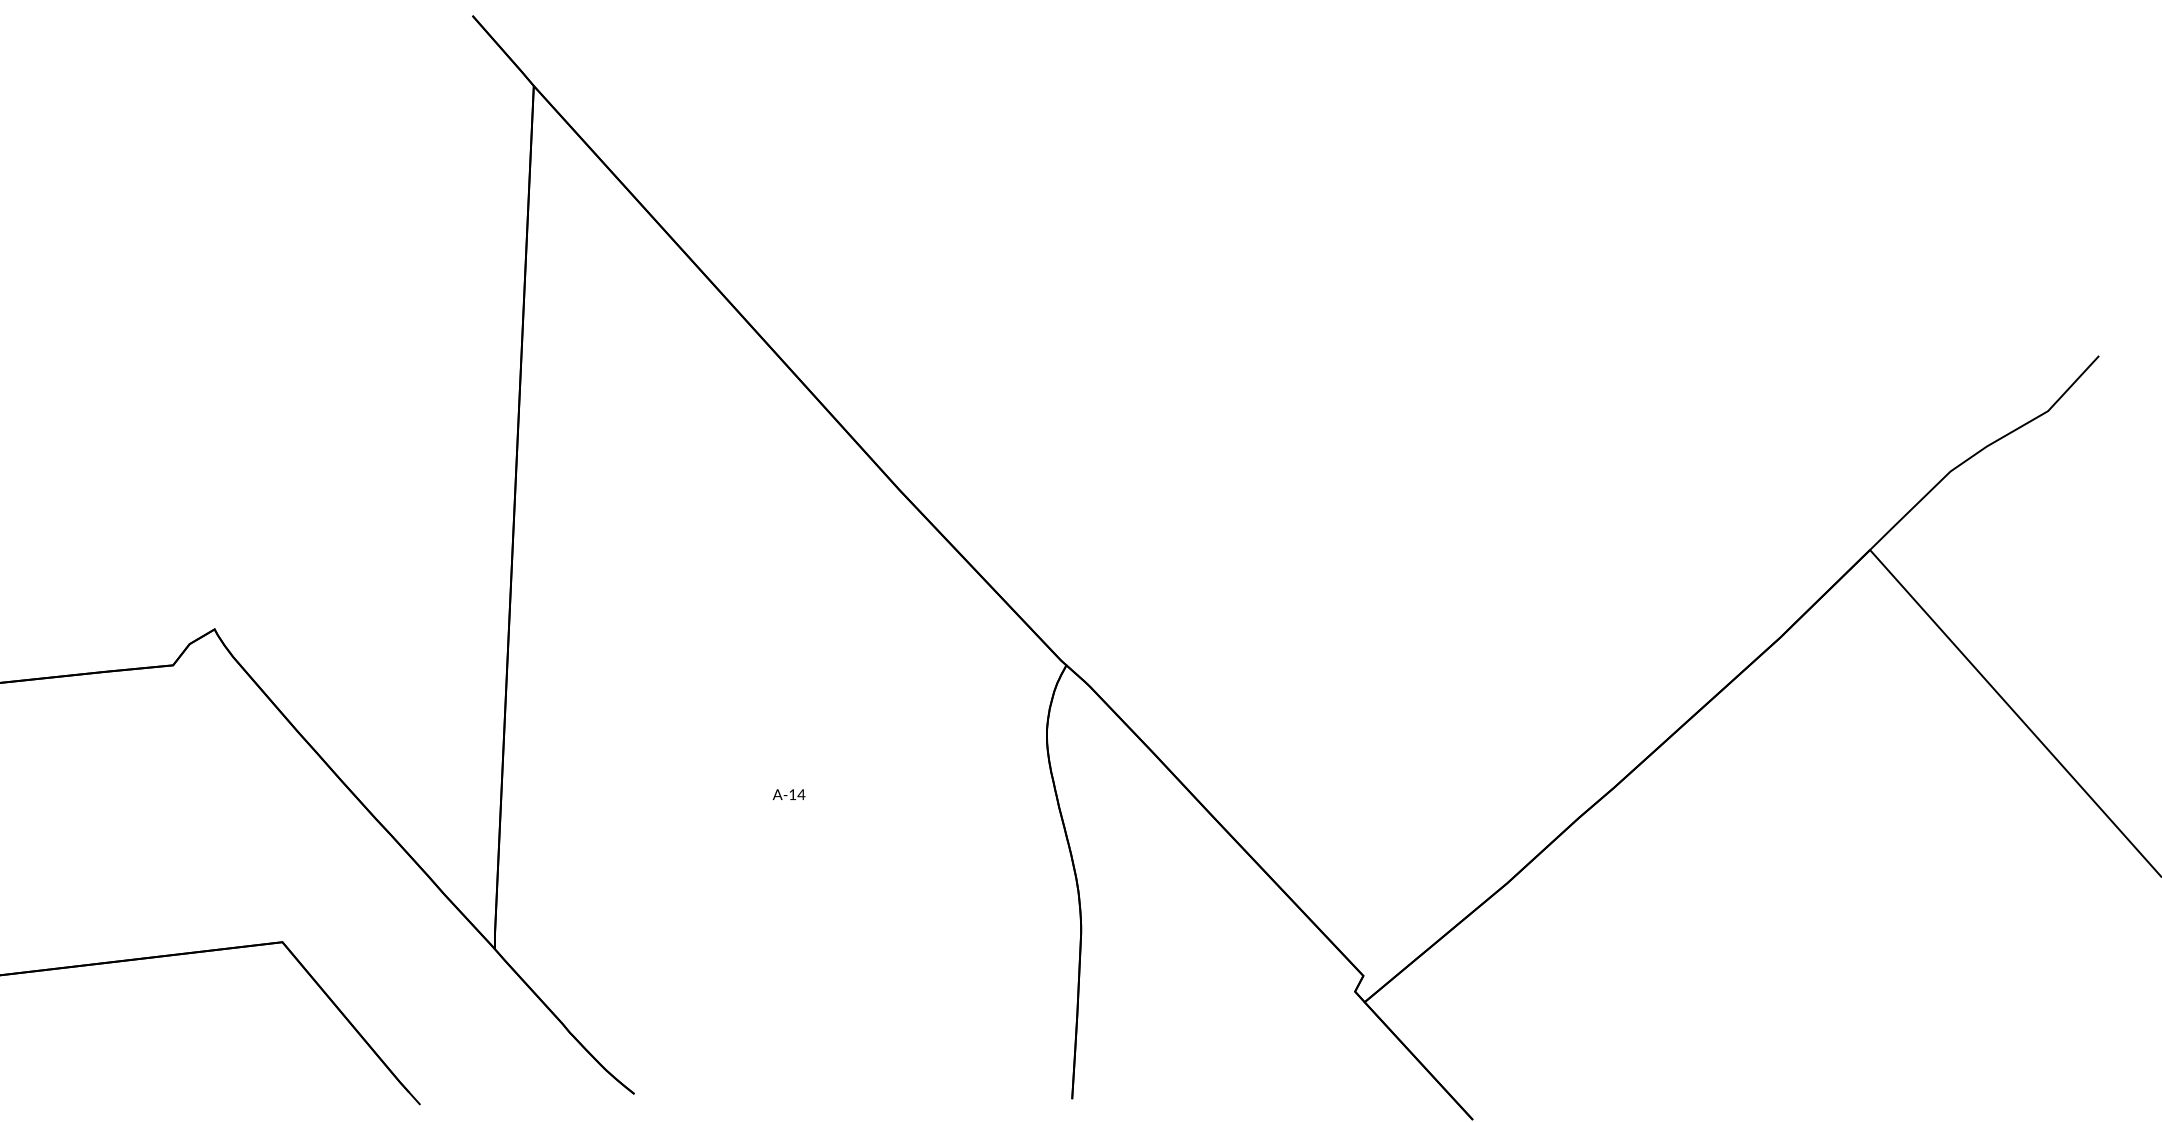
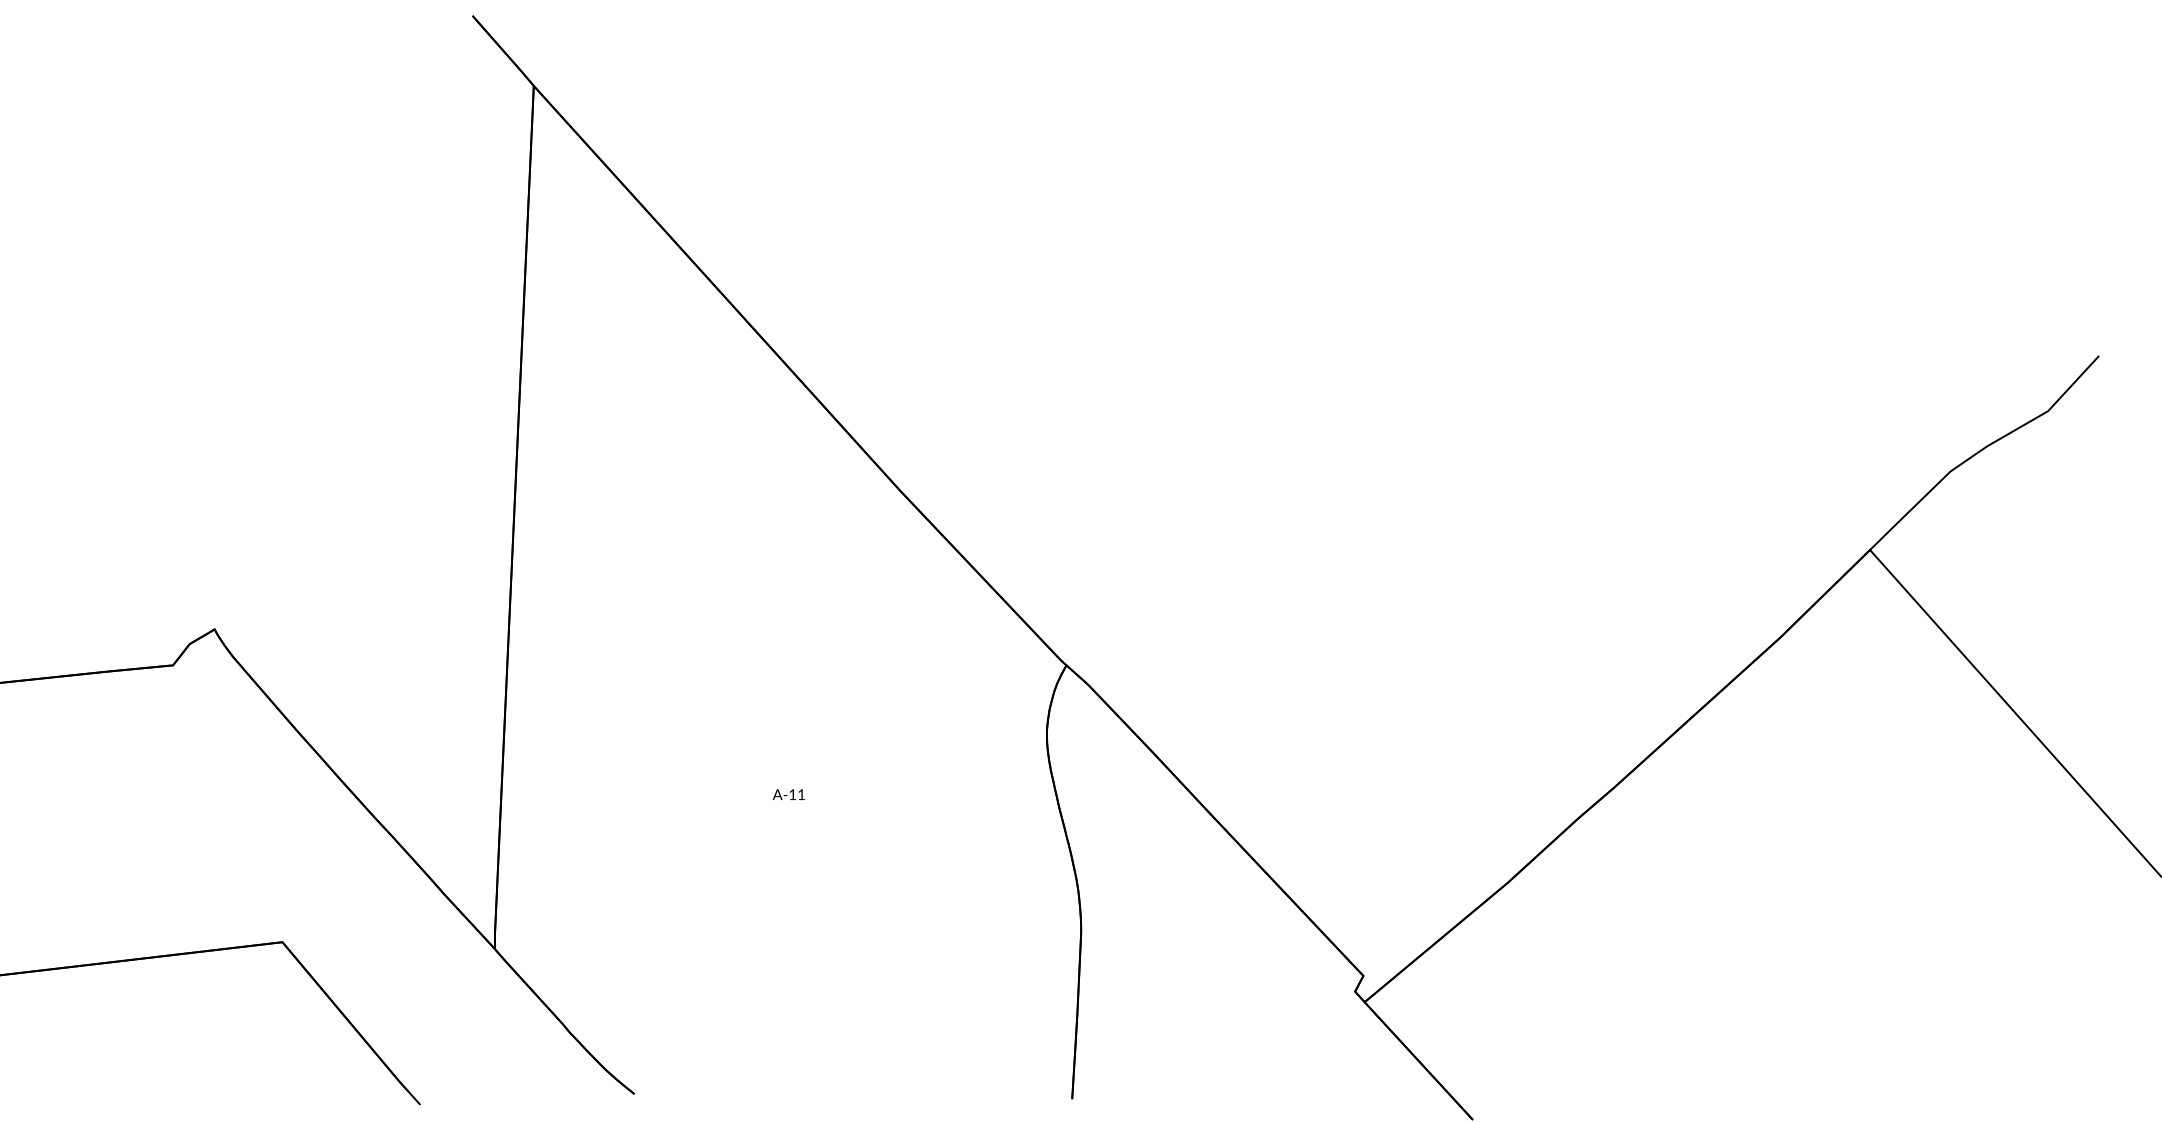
text at (801, 794): A-14 -> A-11
